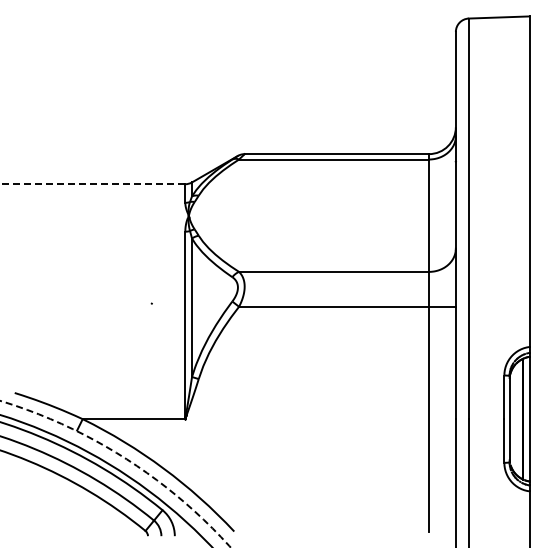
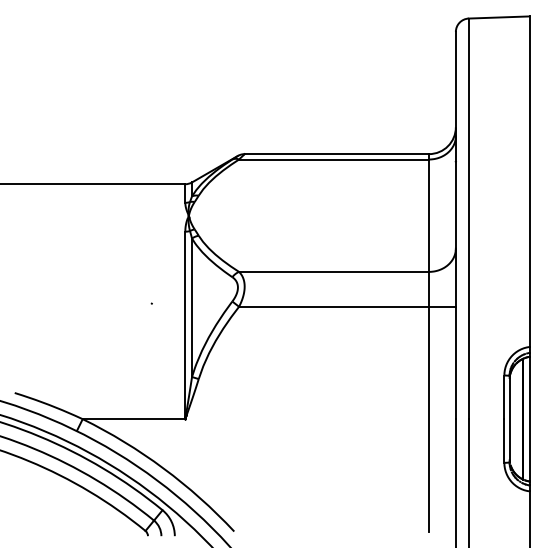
line at (93, 184): dashed -> solid
arc at (126, 459): dashed -> solid
